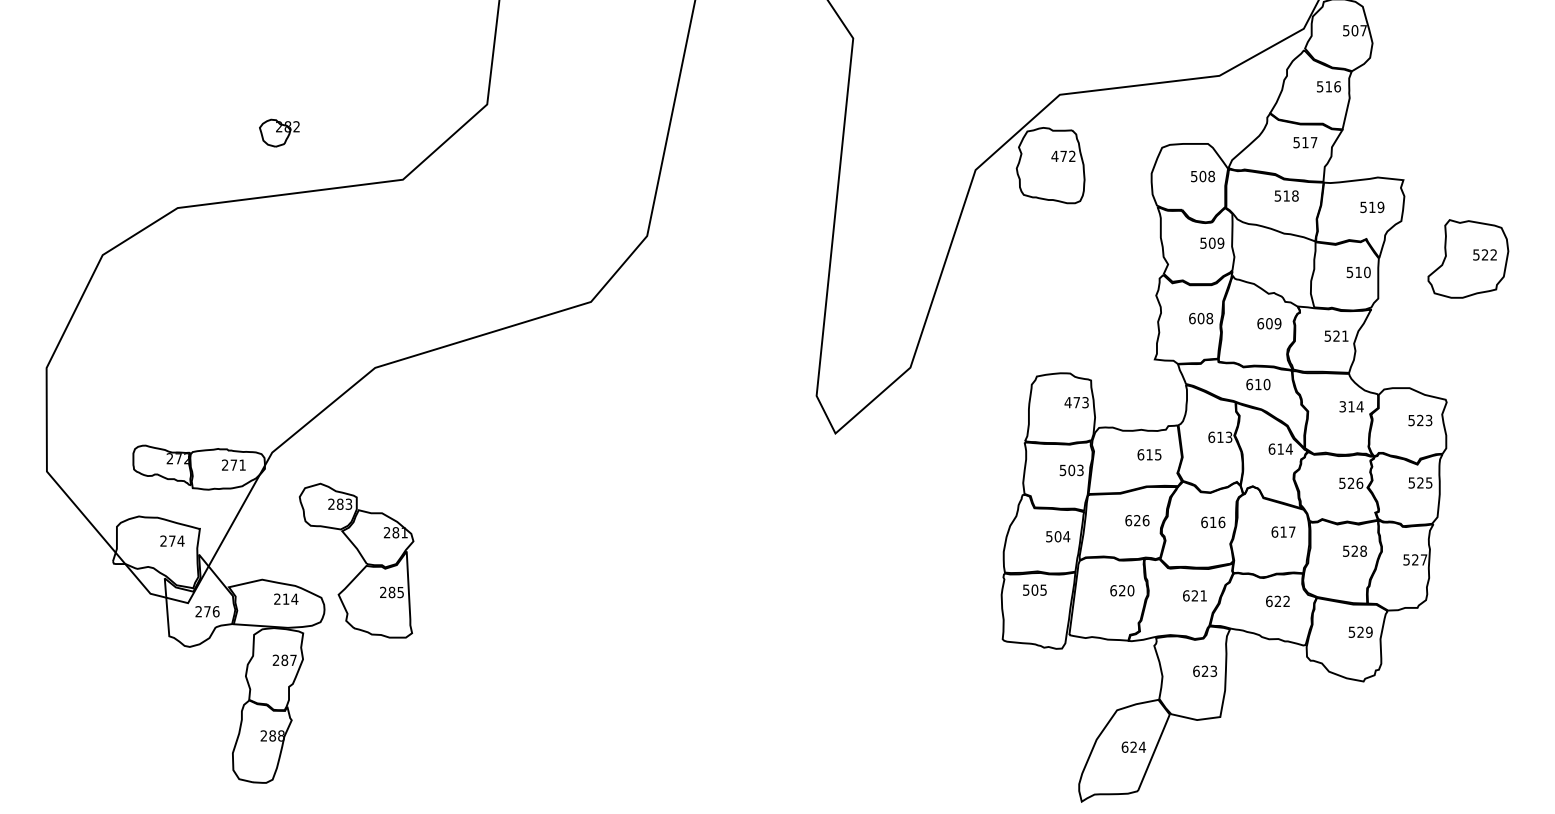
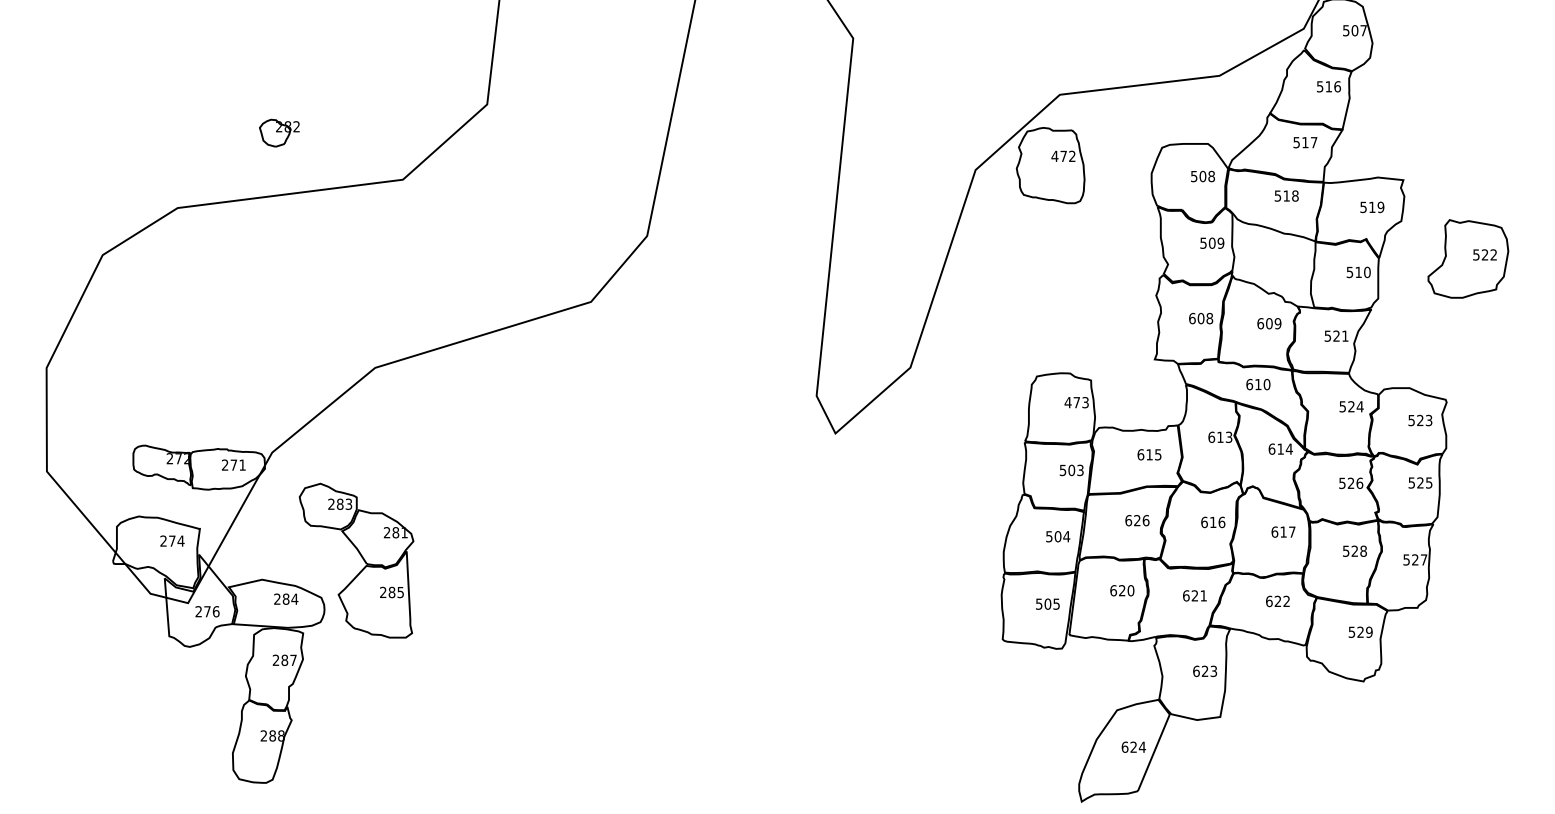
text at (1346, 406): 314 -> 524
text at (1034, 589) position: (1034, 589) -> (1047, 603)
text at (285, 598): 214 -> 284
